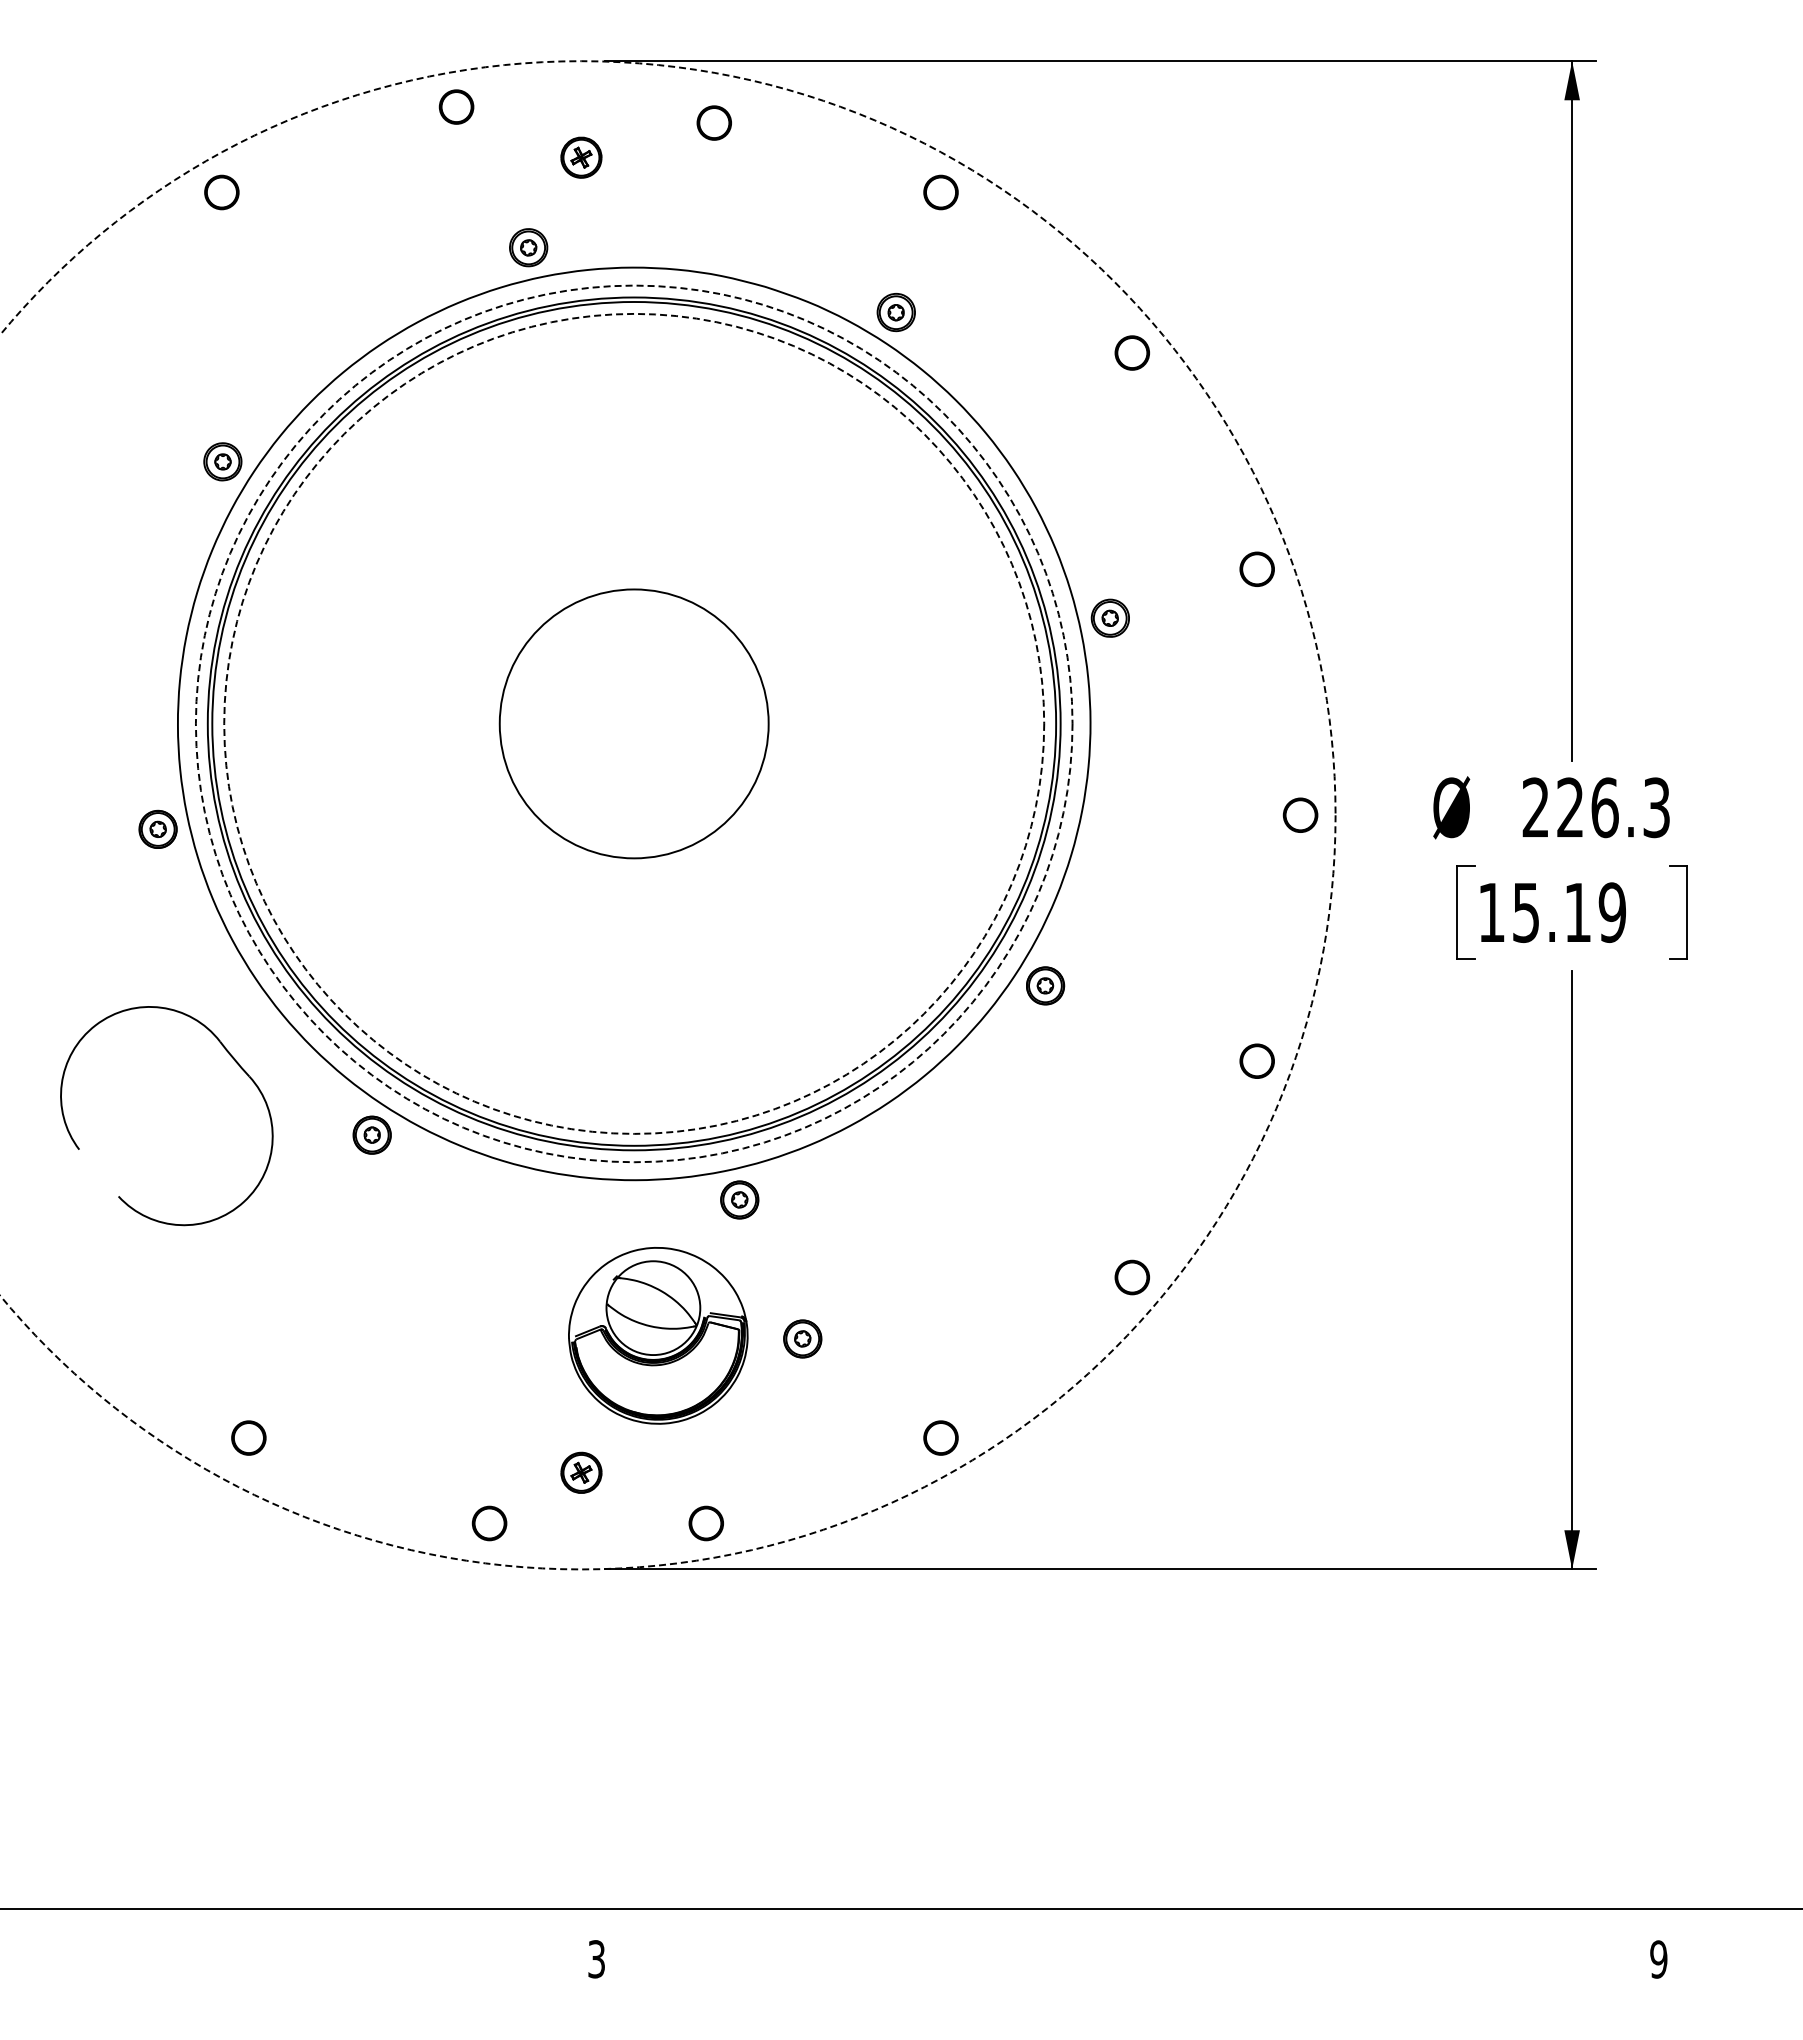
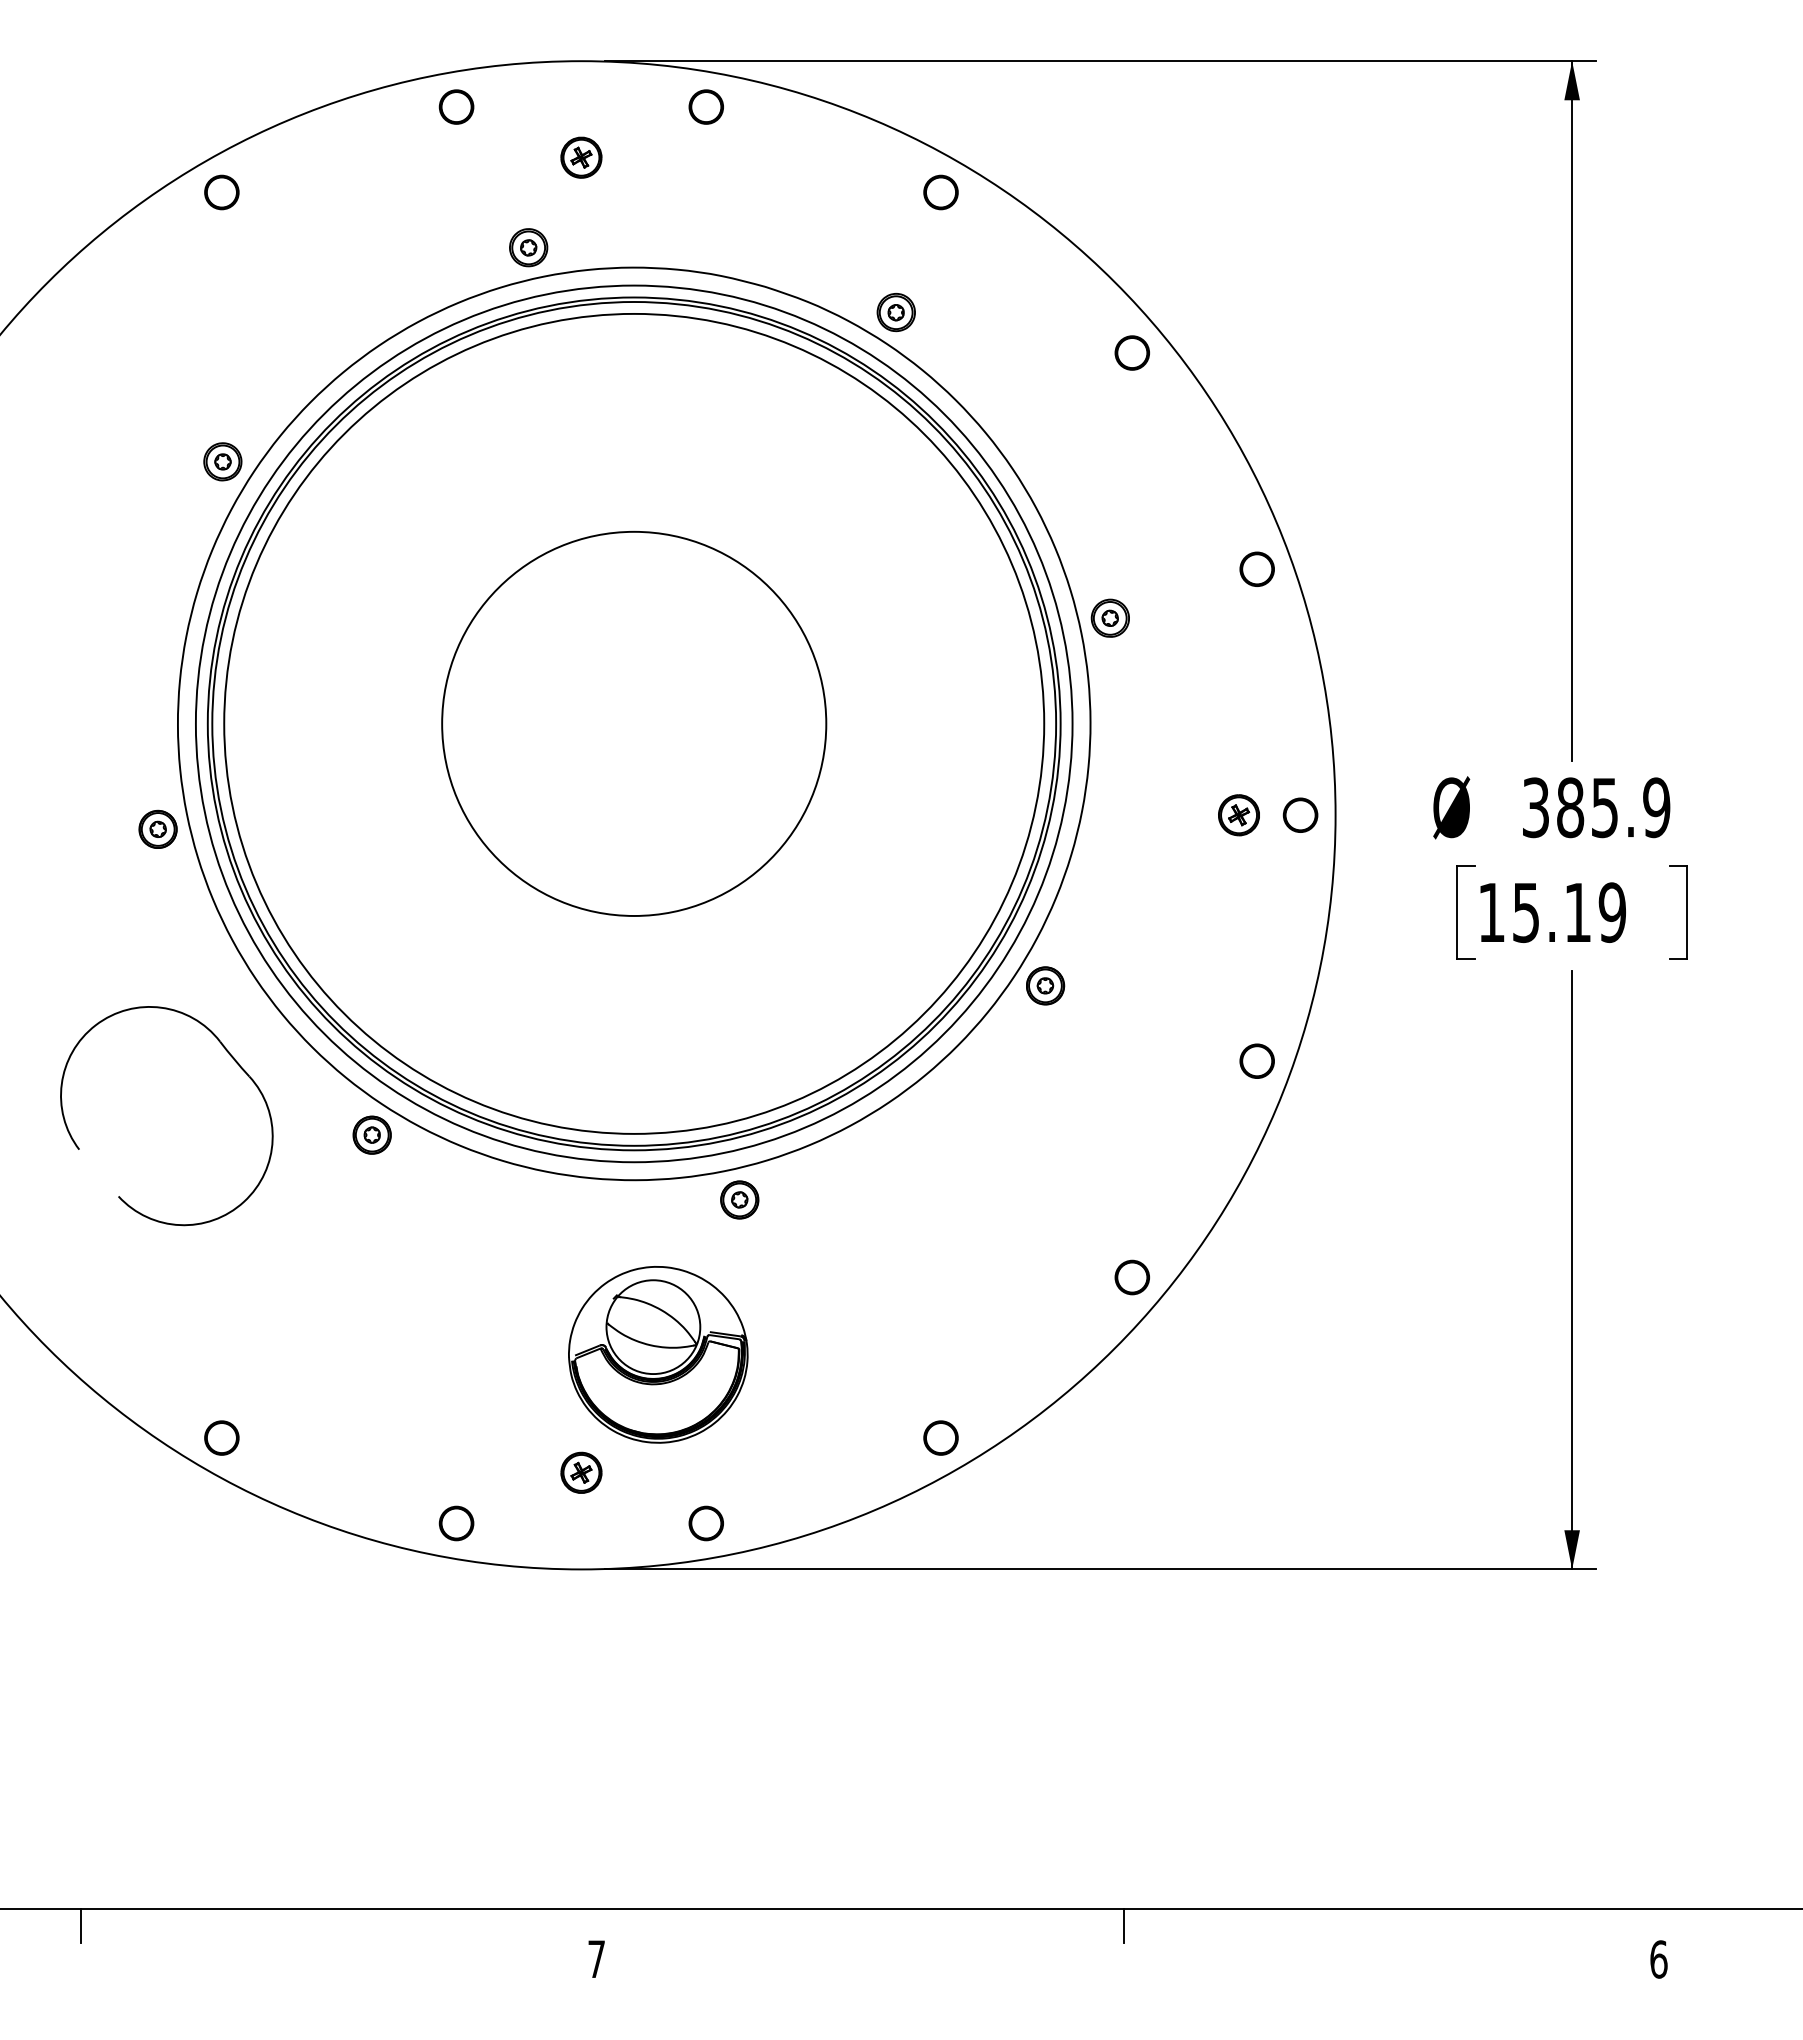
part at (713, 122) position: (713, 122) -> (705, 106)
circle at (633, 723) diameter: 269 px -> 384 px
circle at (633, 723): dashed -> solid
circle at (634, 723): dashed -> solid
text at (1596, 807): 226.3 -> 385.9
circle at (667, 815): dashed -> solid
part at (1238, 815): none -> present
part at (658, 1335) position: (658, 1335) -> (658, 1354)
part at (802, 1338): present -> none
part at (248, 1437) position: (248, 1437) -> (221, 1437)
part at (489, 1523) position: (489, 1523) -> (456, 1523)
line at (81, 1926): none -> present
line at (1123, 1926): none -> present
text at (596, 1959): 3 -> 7
text at (1658, 1959): 9 -> 6
